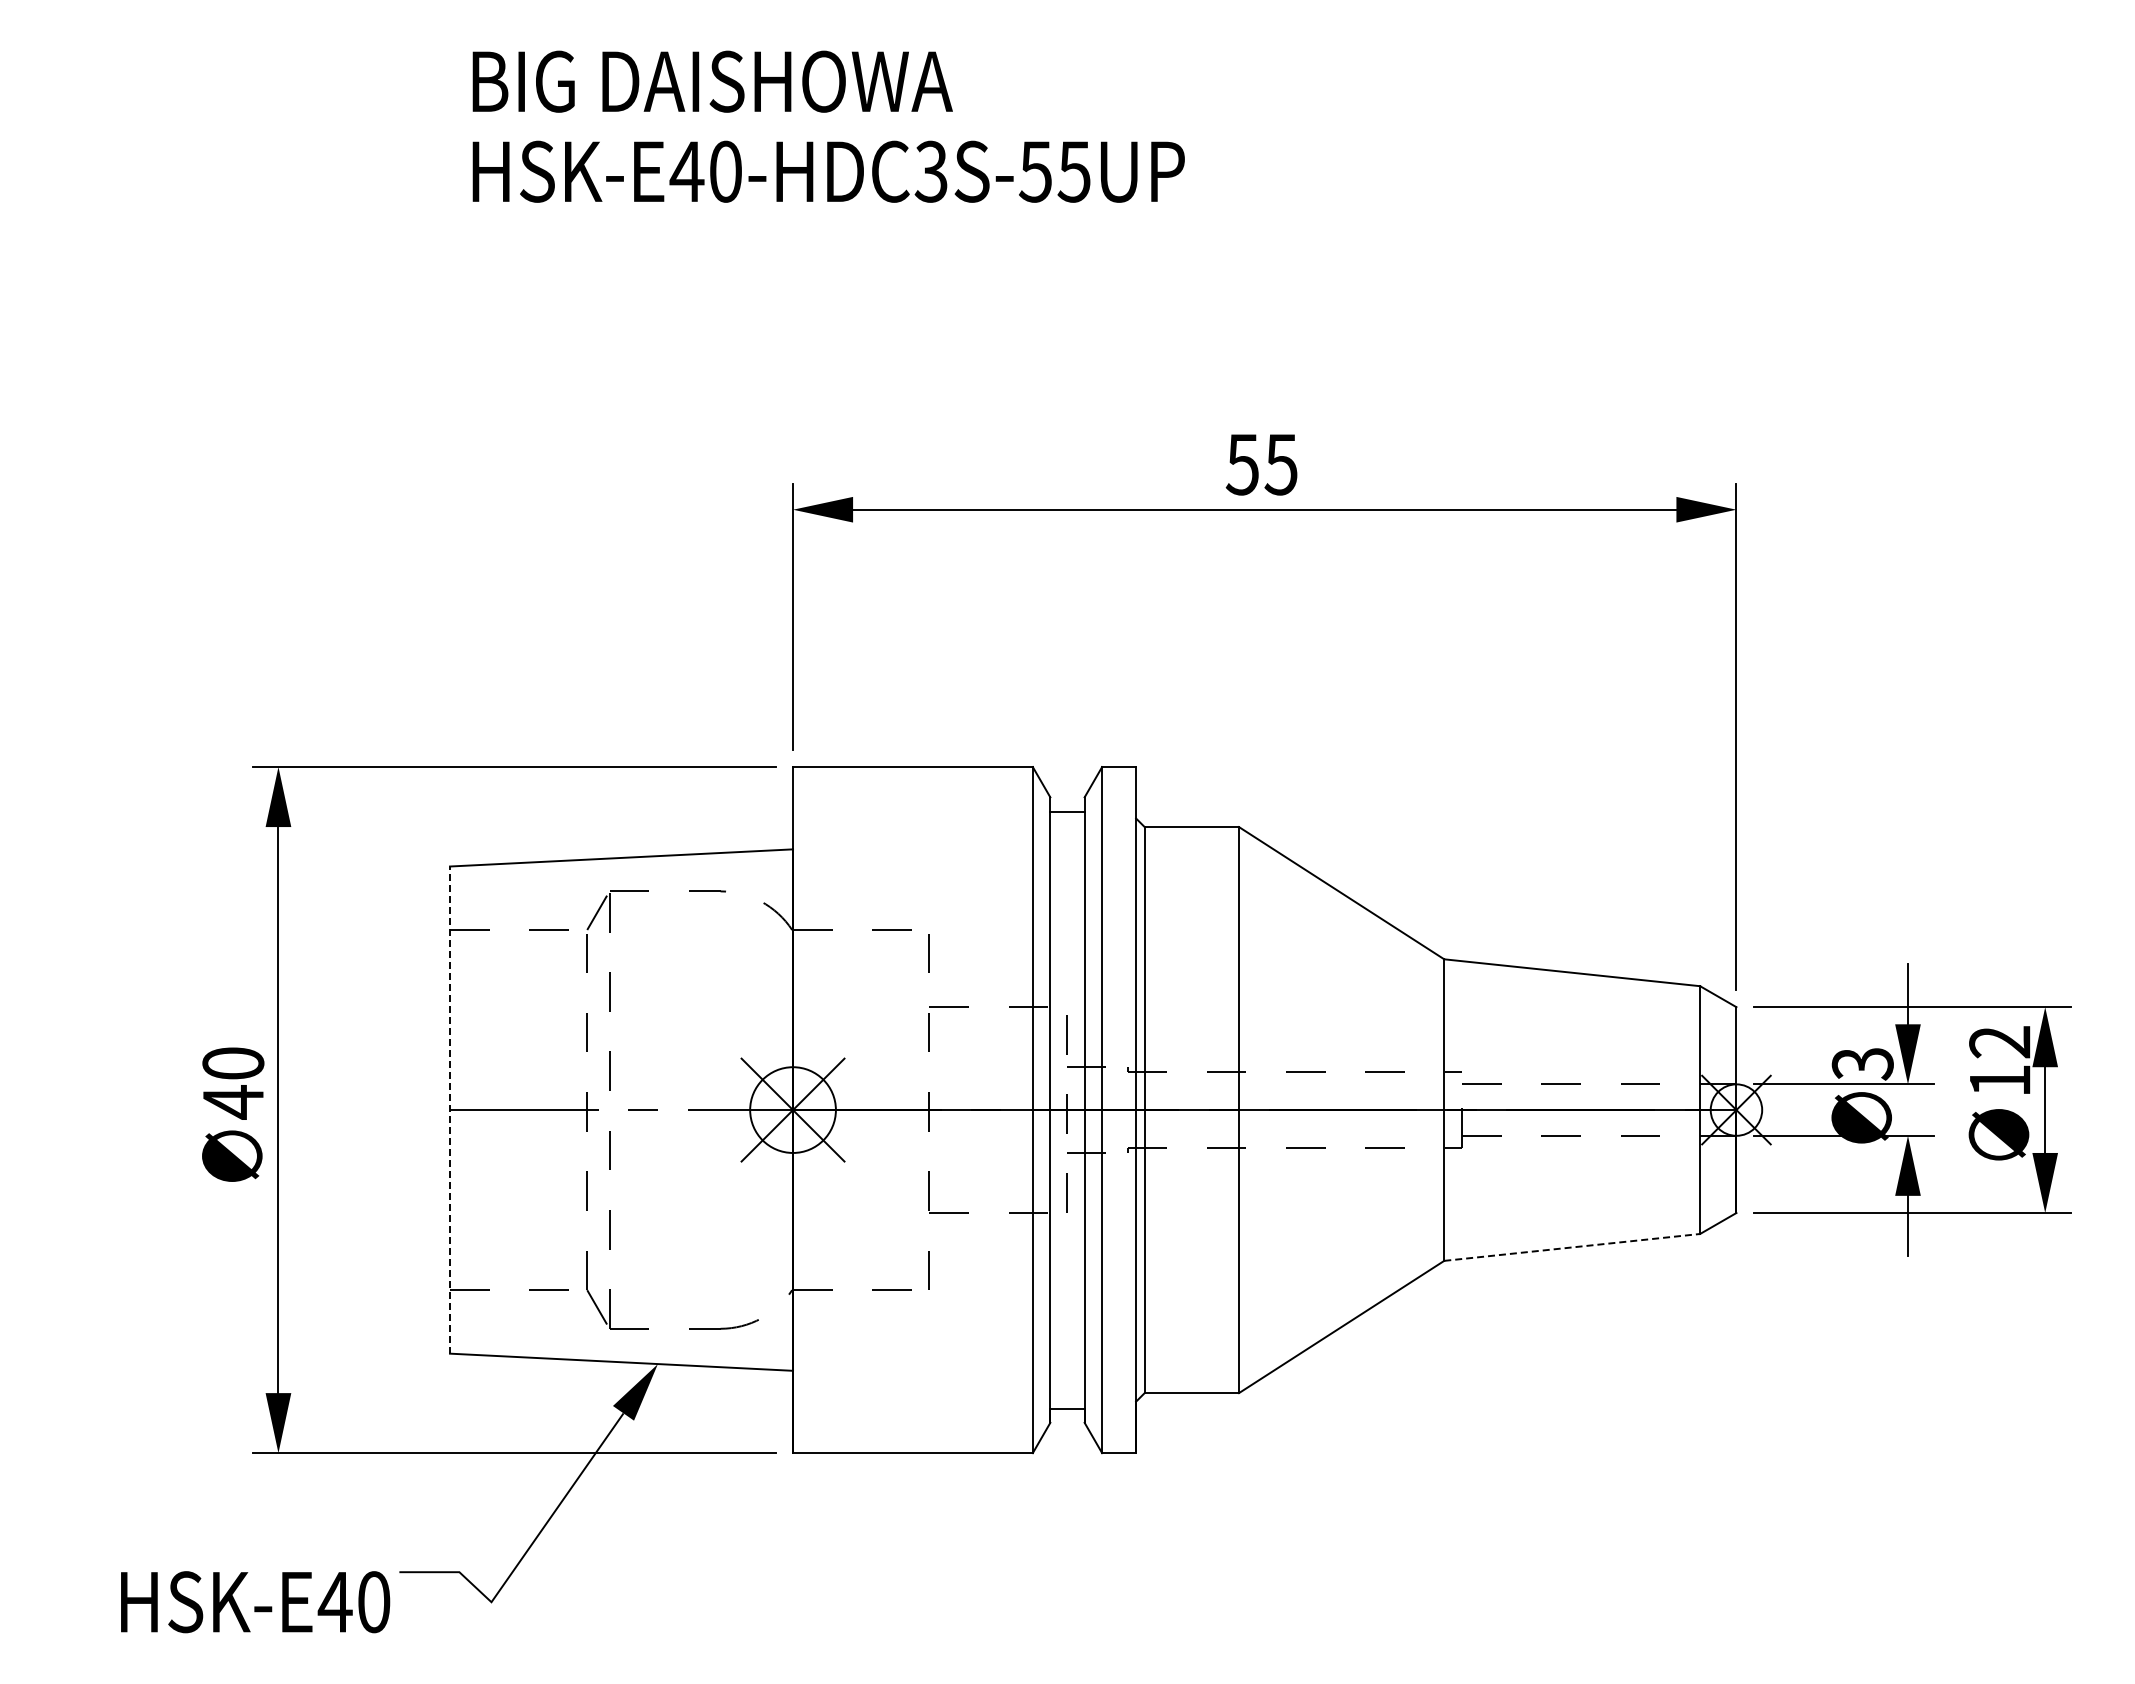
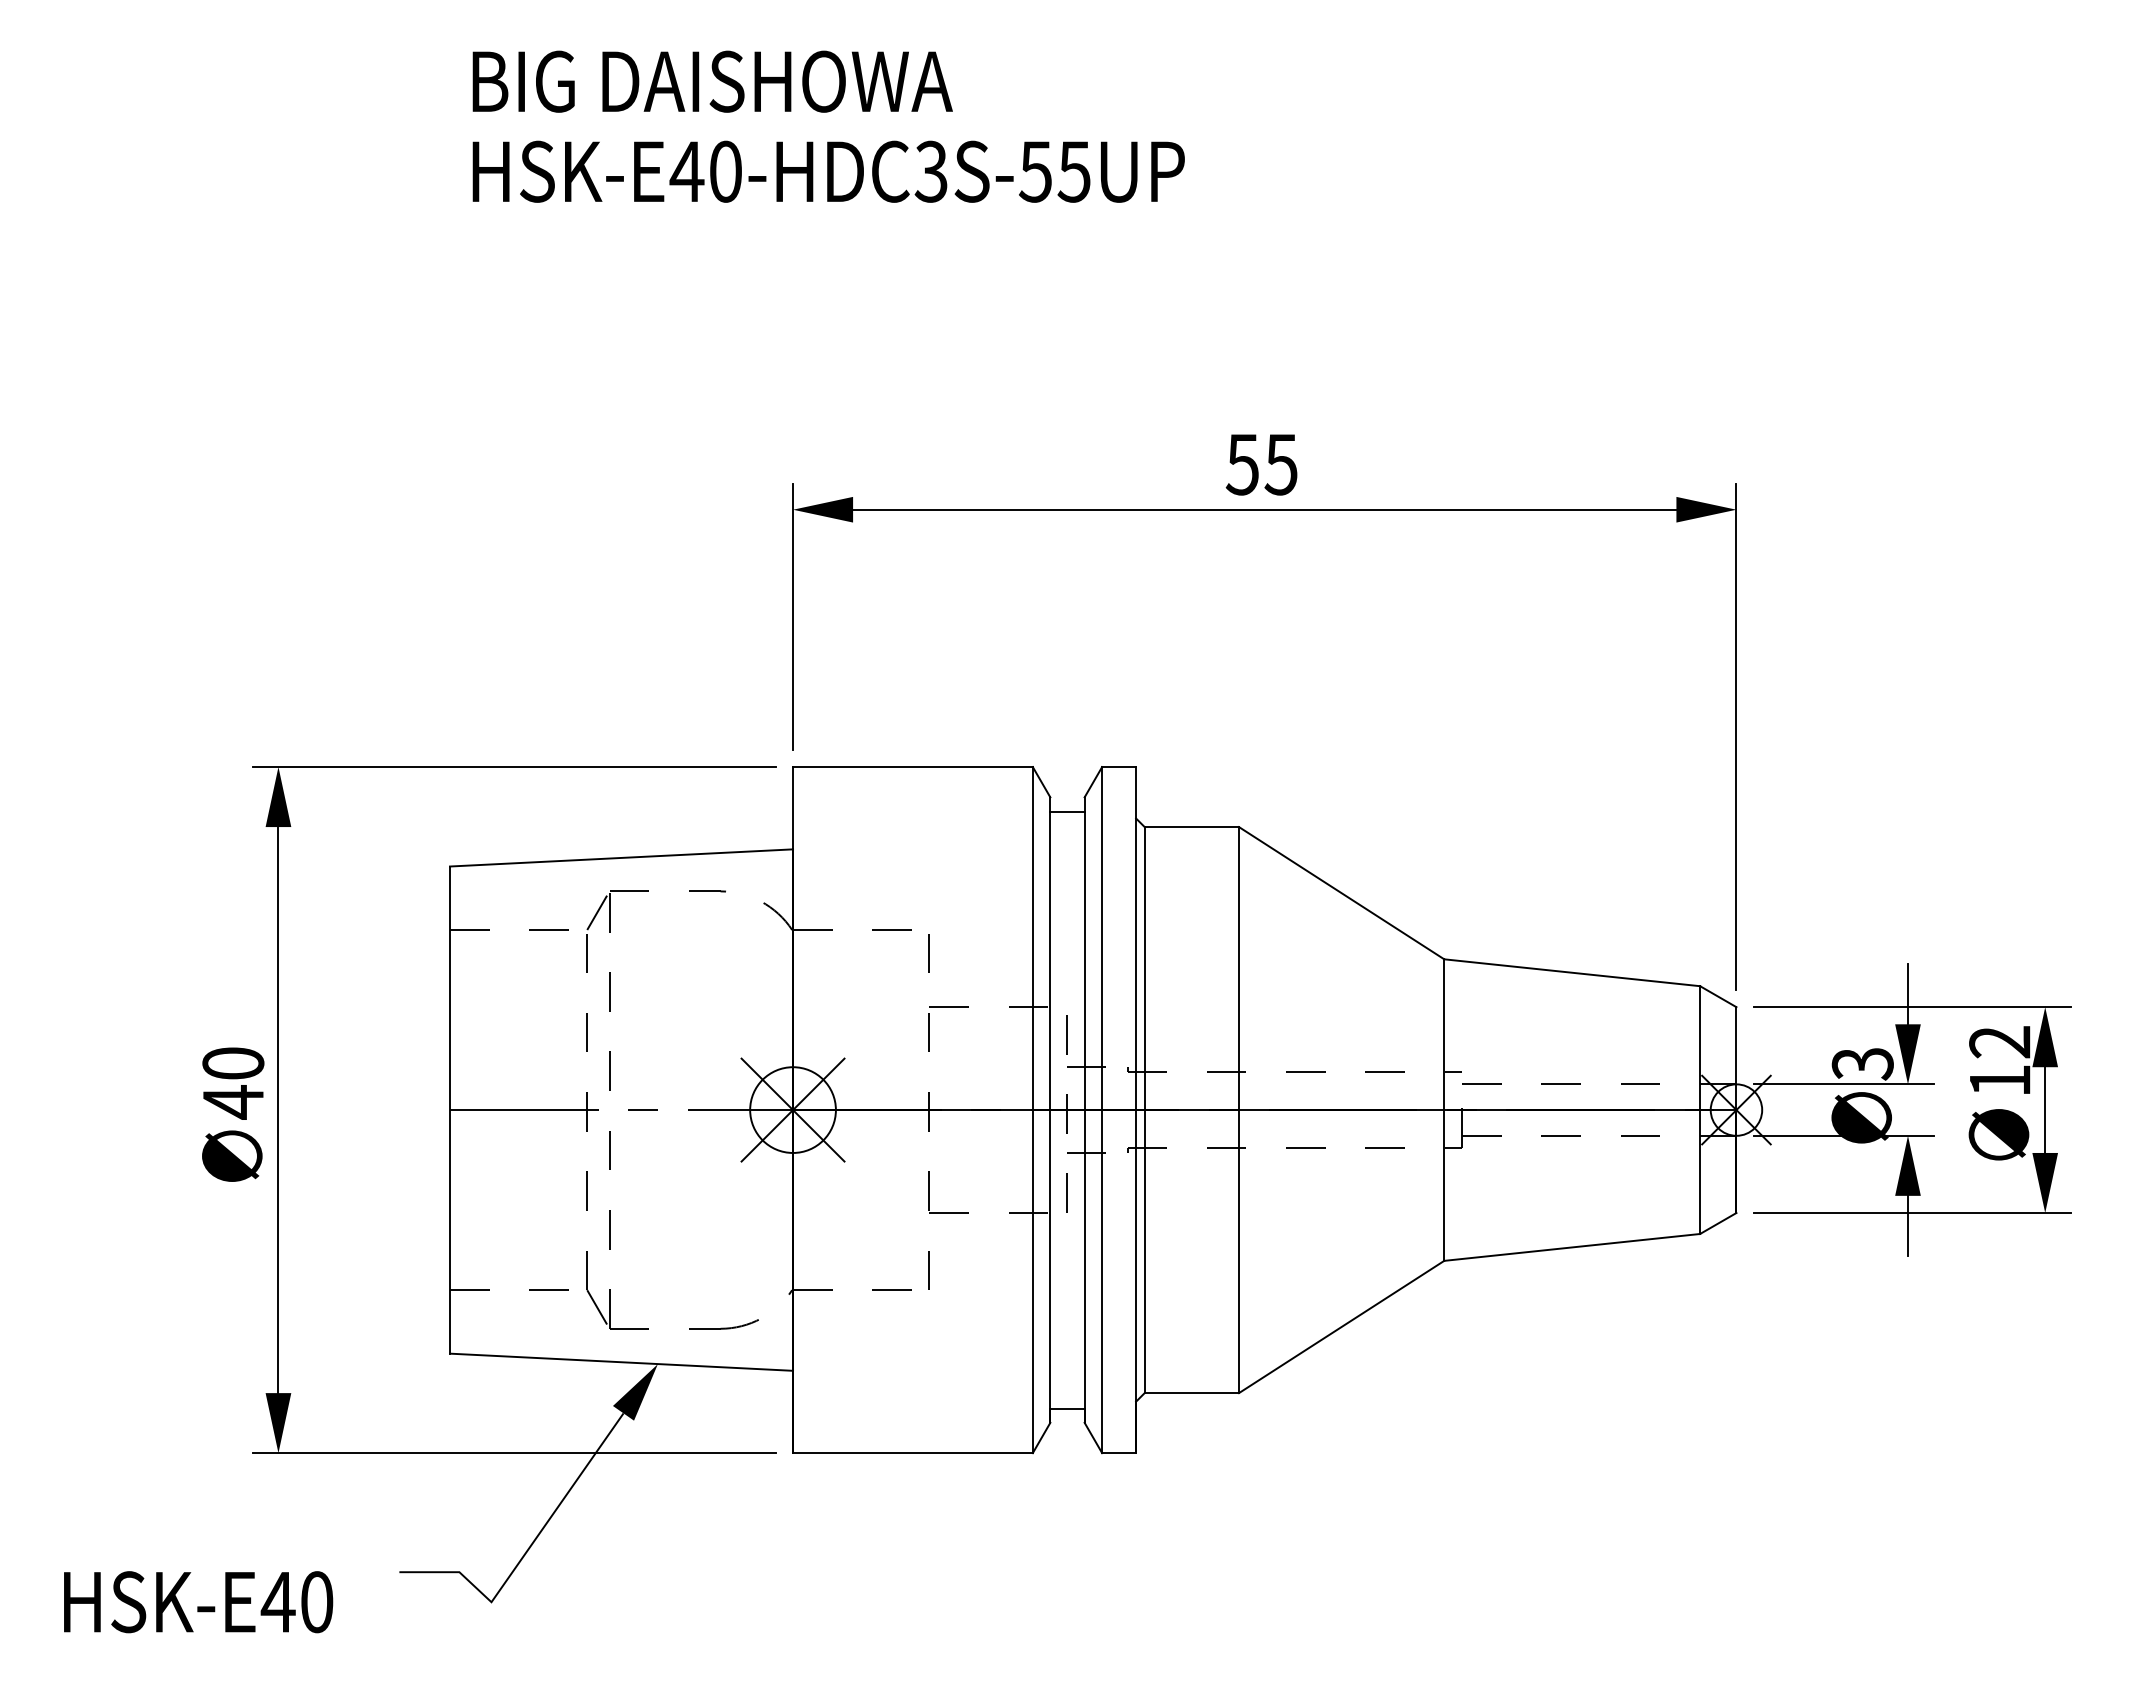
line at (449, 1110): dashed -> solid
line at (1572, 1247): dashed -> solid
text at (255, 1602) position: (255, 1602) -> (198, 1602)
